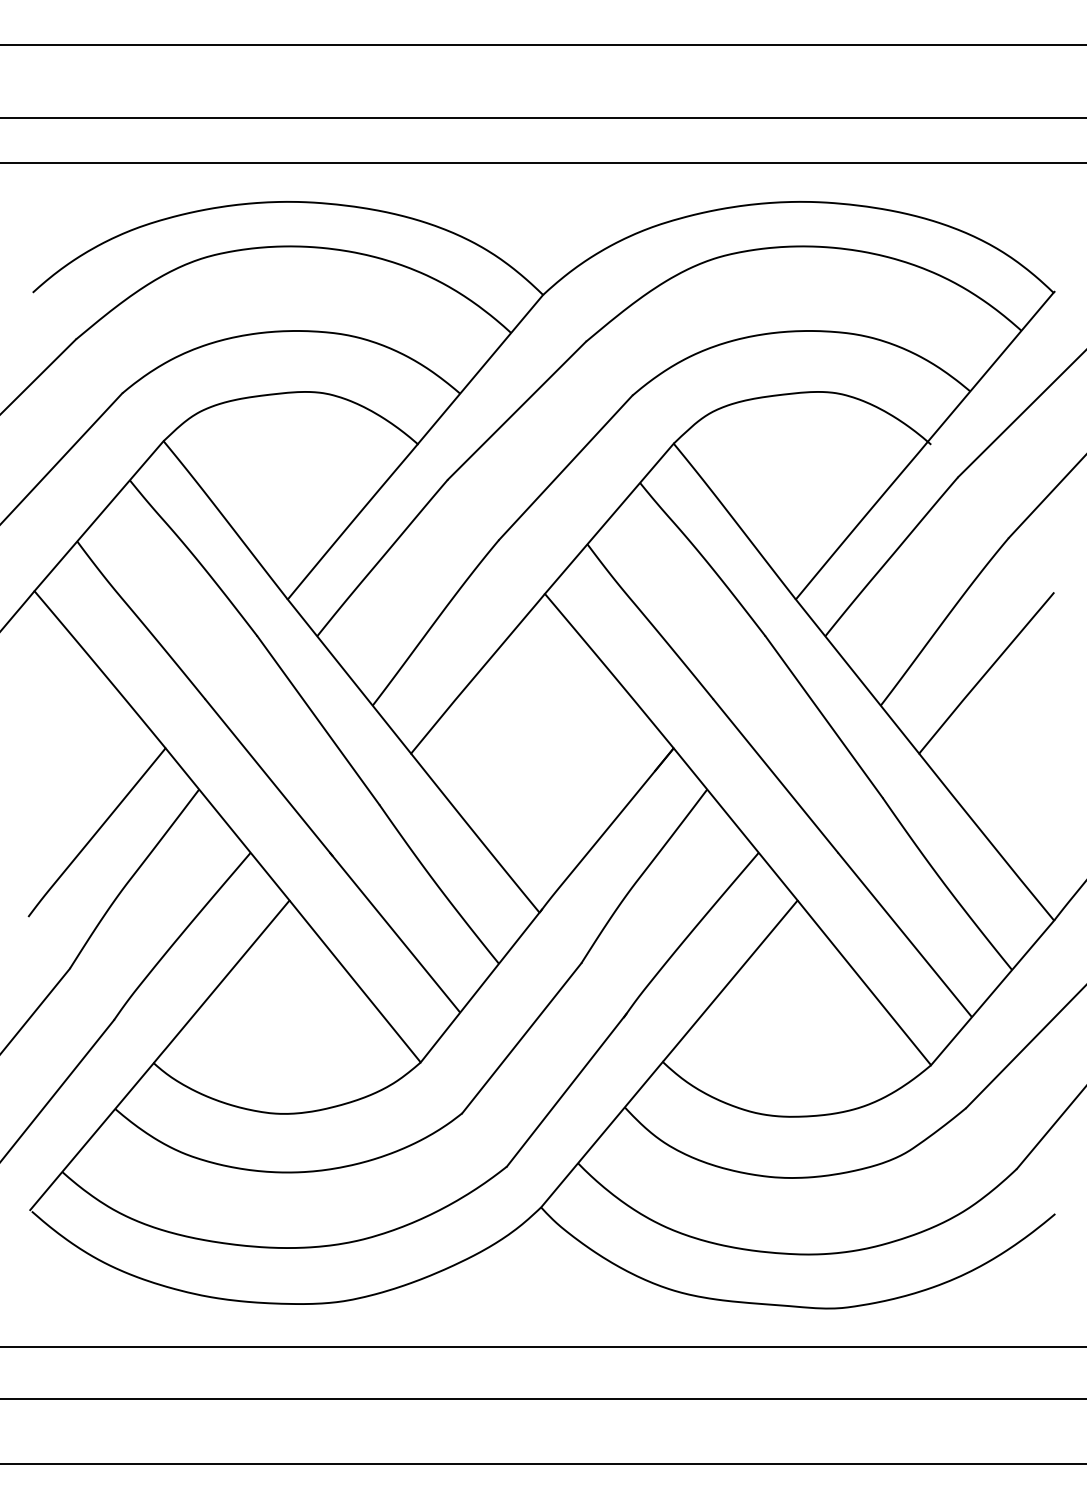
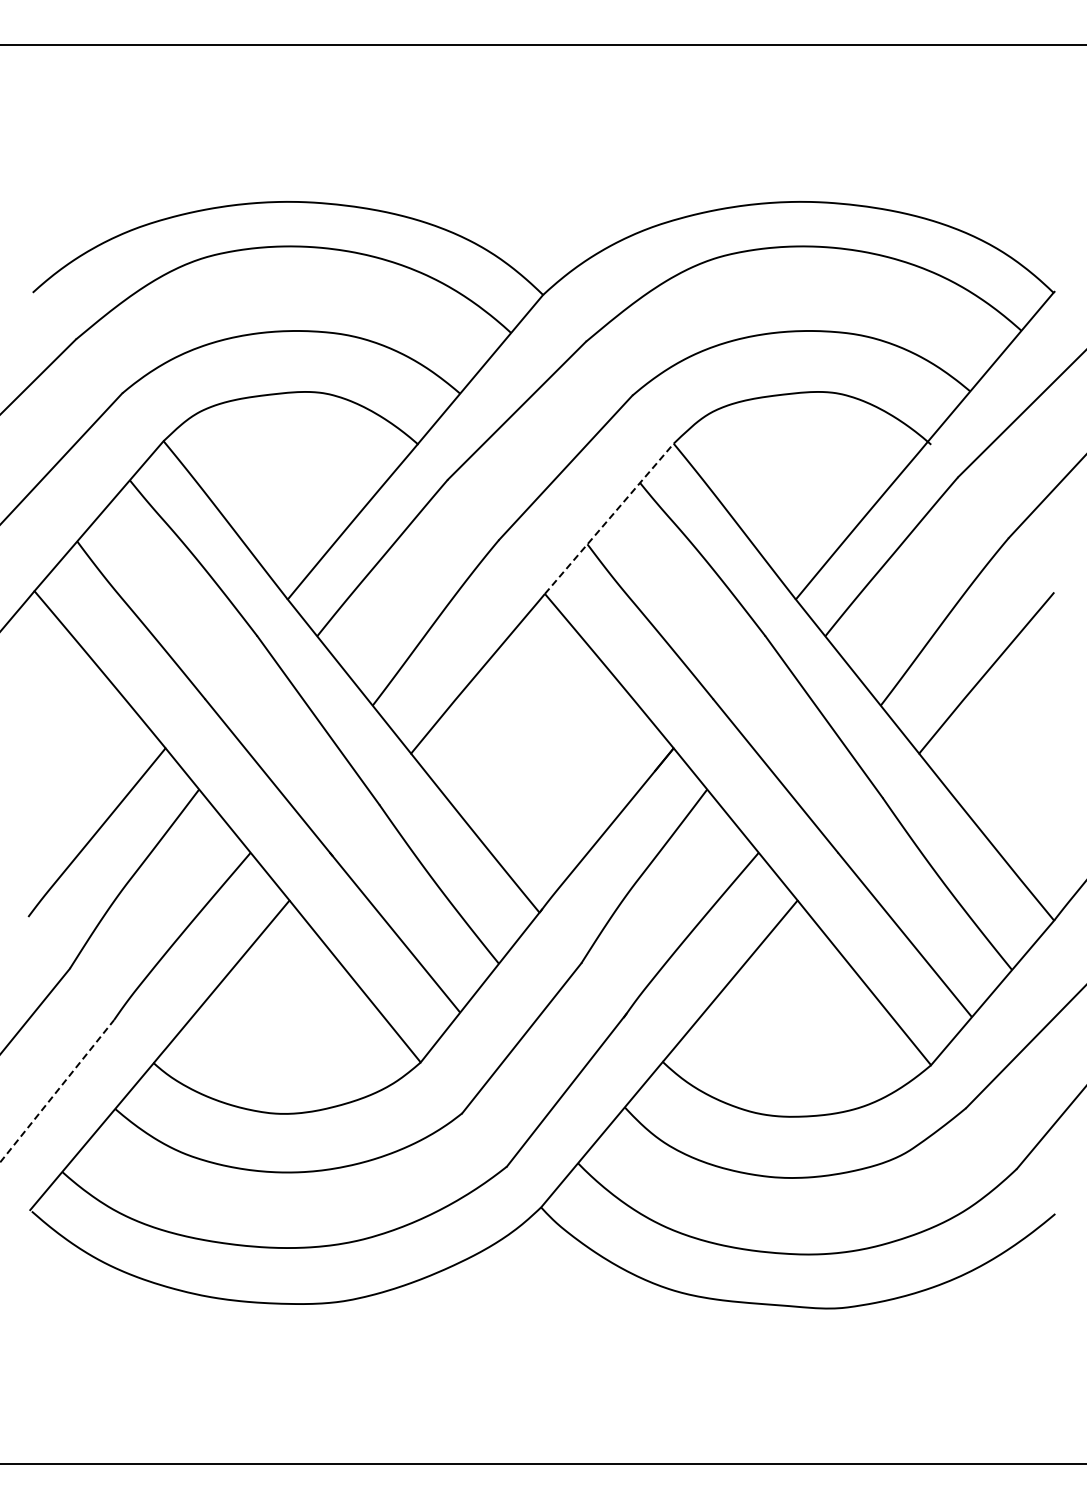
line at (542, 117): present -> none
line at (542, 162): present -> none
line at (609, 518): solid -> dashed
line at (57, 1090): solid -> dashed
line at (542, 1346): present -> none
line at (542, 1398): present -> none
